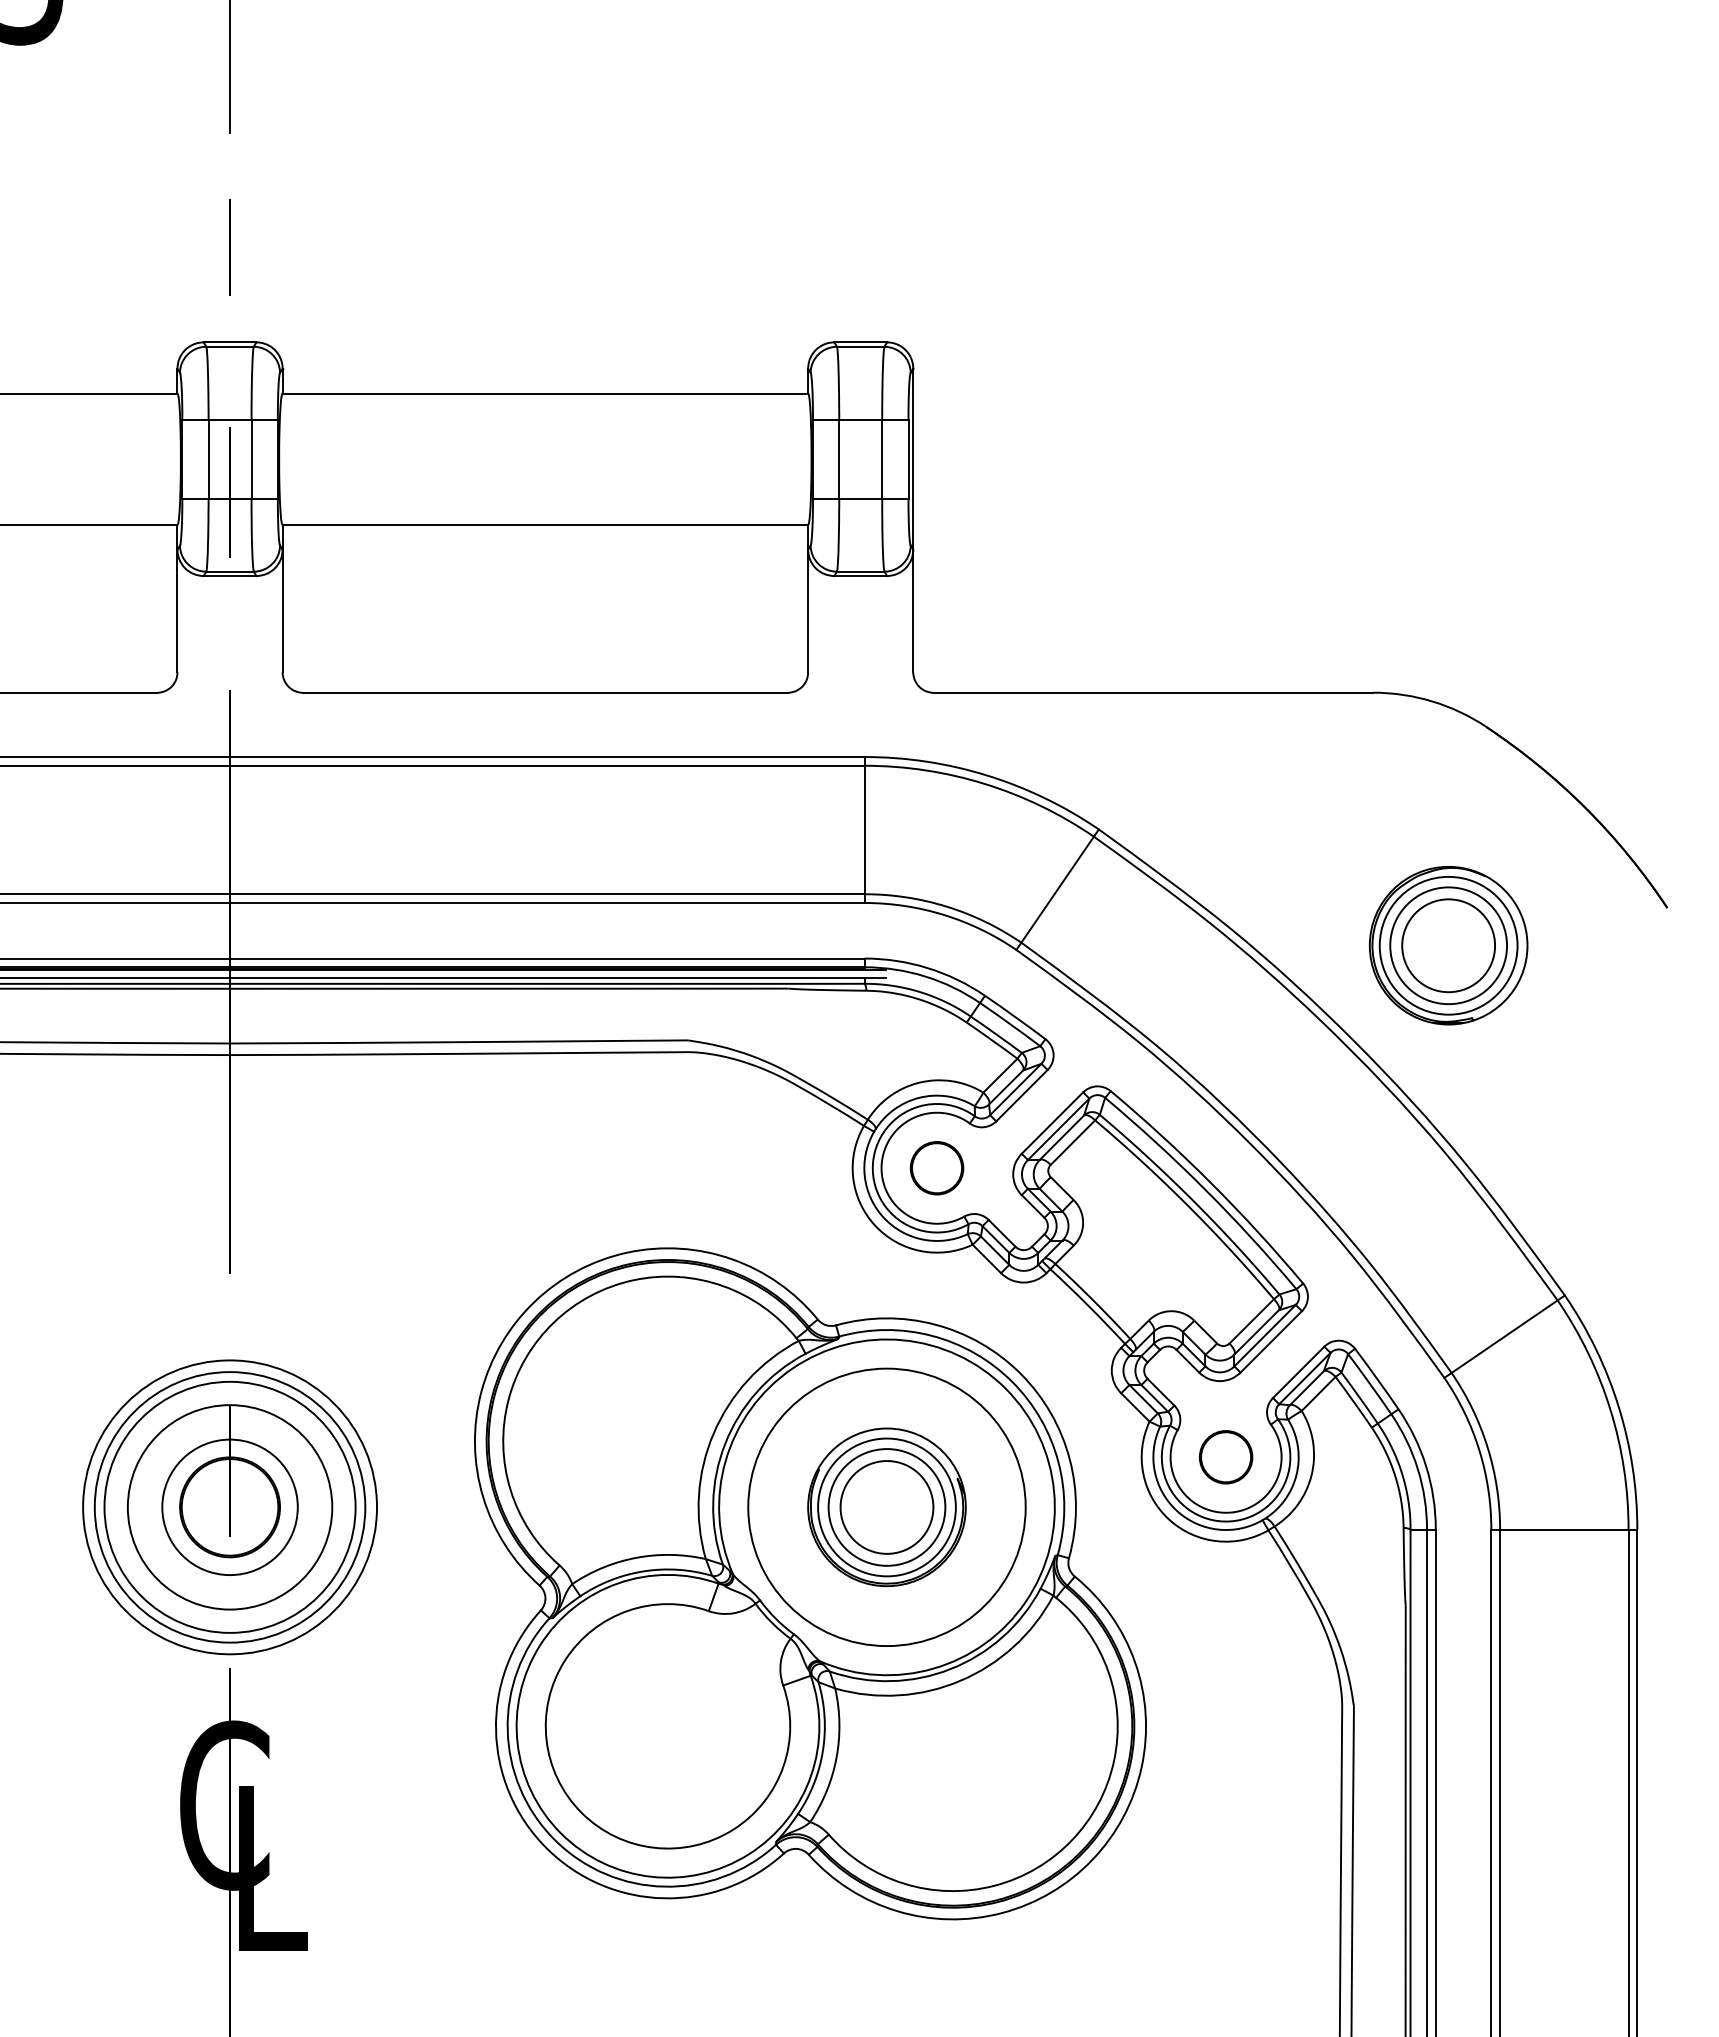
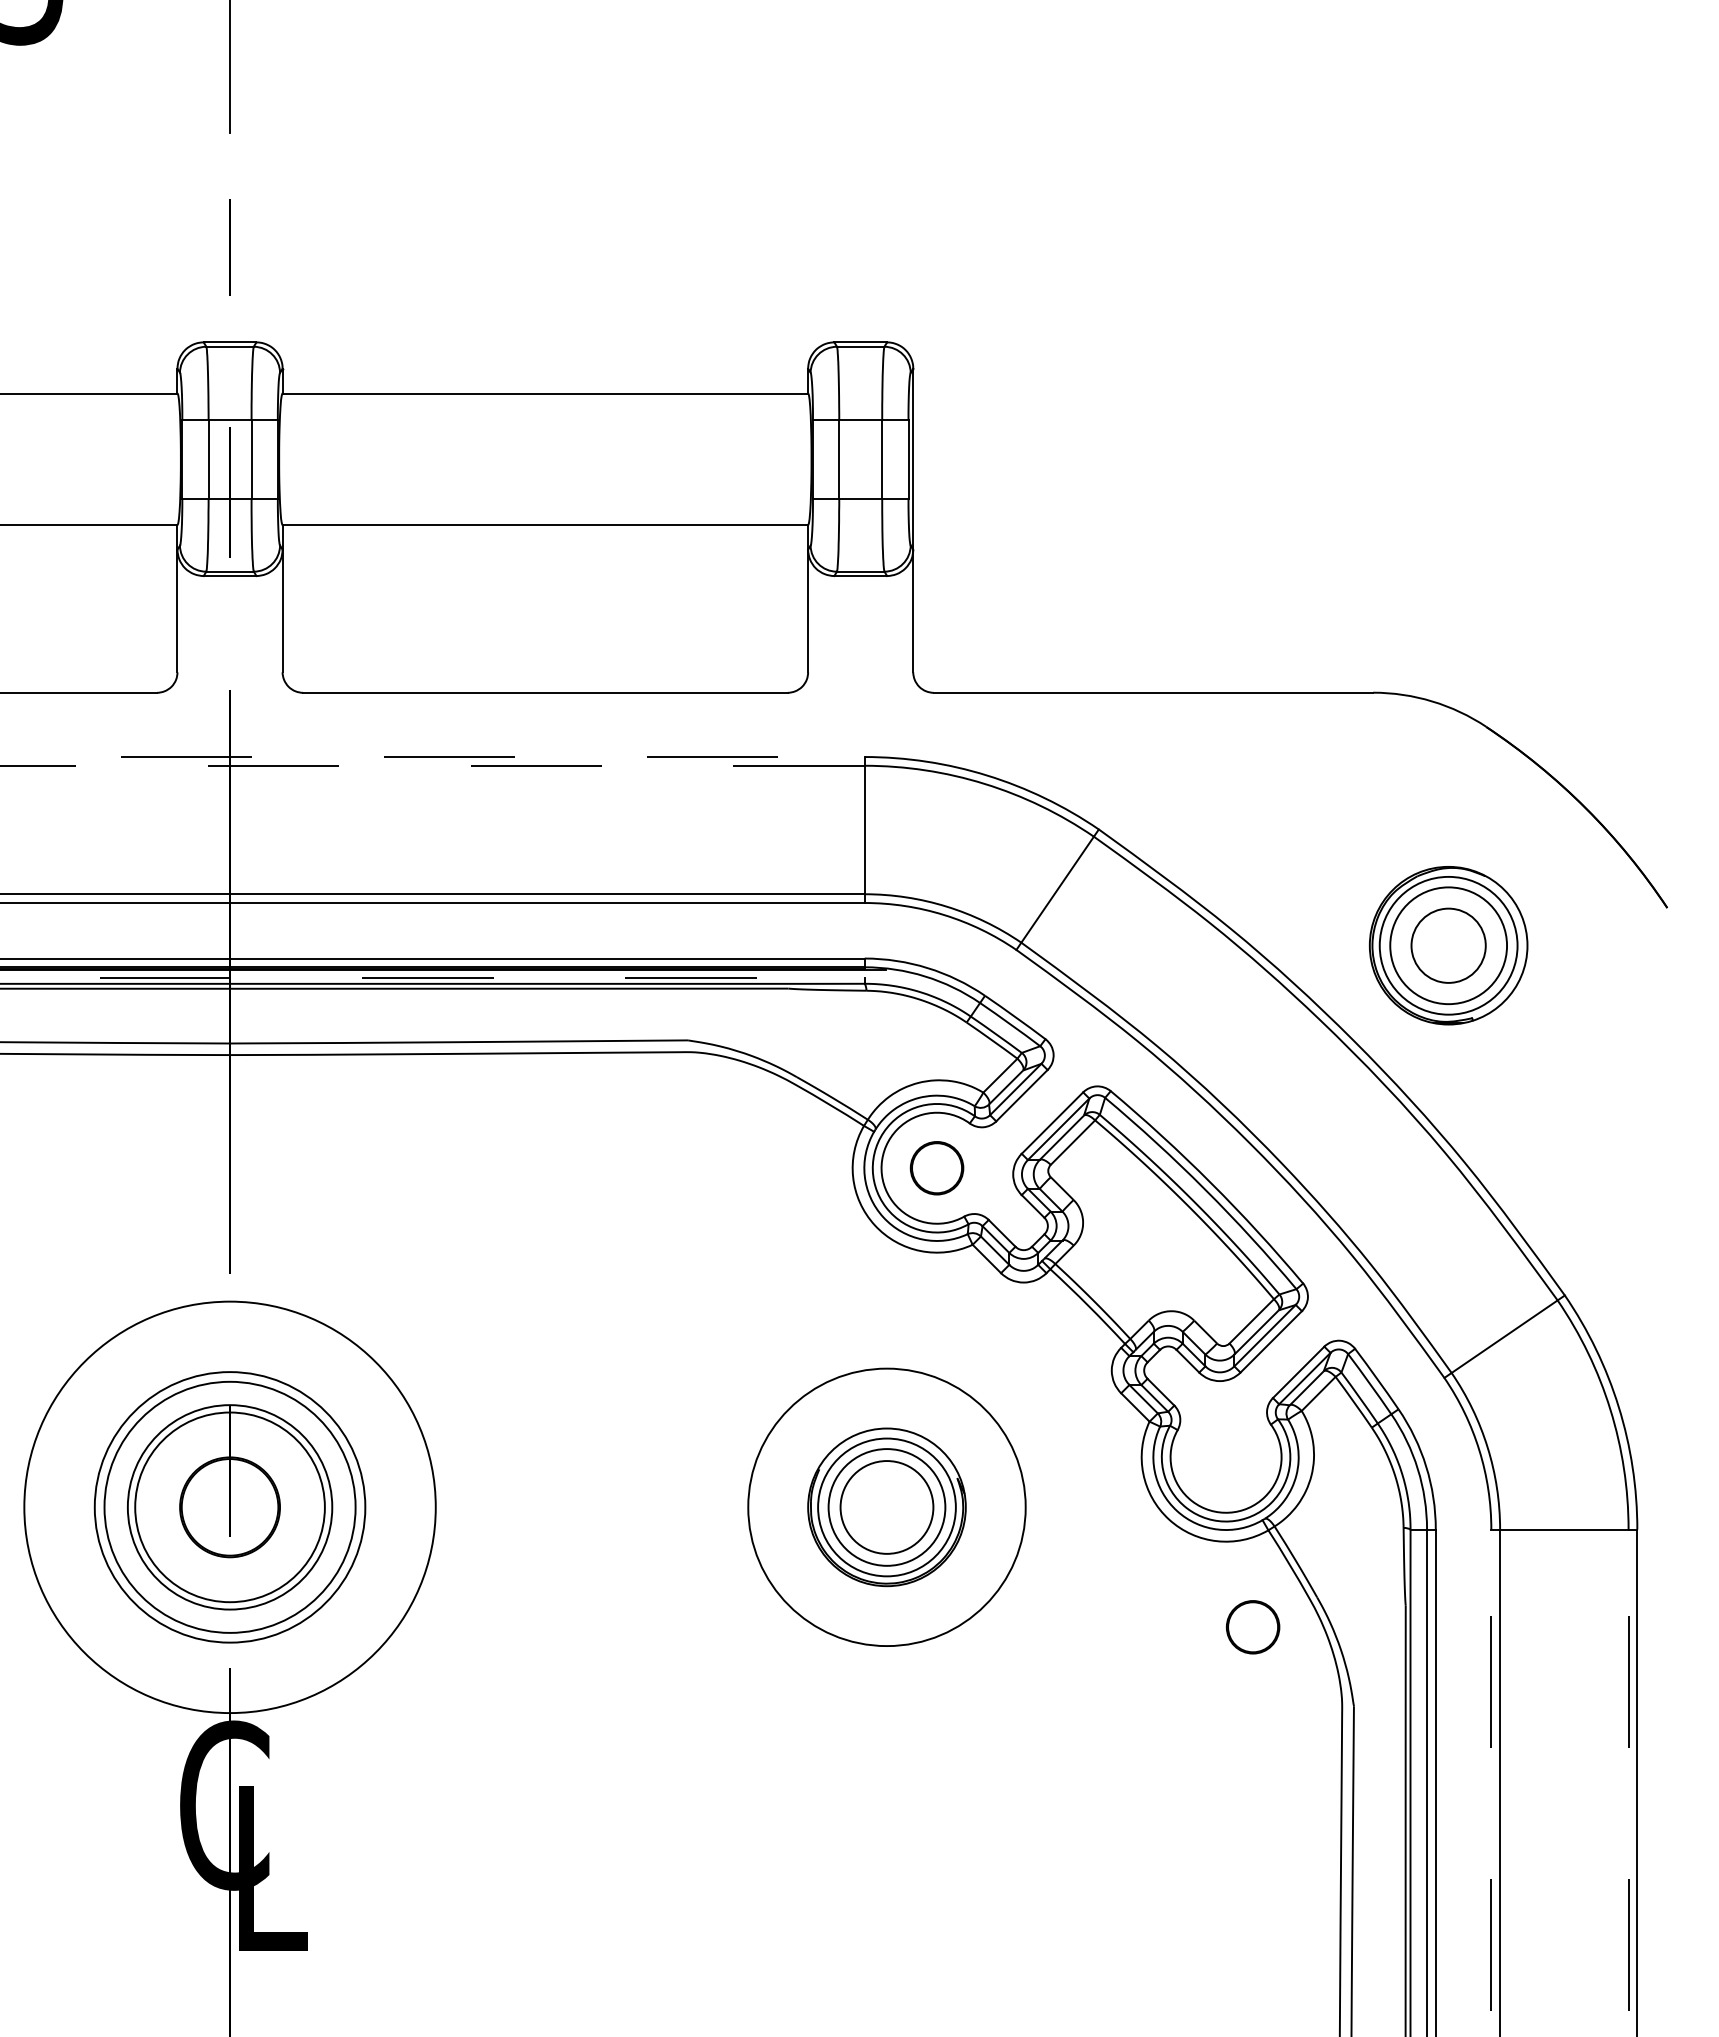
line at (432, 757): solid -> dashed
line at (431, 765): solid -> dashed
circle at (1448, 945) diameter: 93 px -> 74 px
line at (443, 977): solid -> dashed
part at (1225, 1457) position: (1225, 1457) -> (1252, 1627)
circle at (229, 1507) diameter: 135 px -> 190 px
circle at (230, 1507) diameter: 294 px -> 411 px
part at (810, 1583): present -> none
line at (1491, 1782): solid -> dashed
line at (1628, 1782): solid -> dashed
